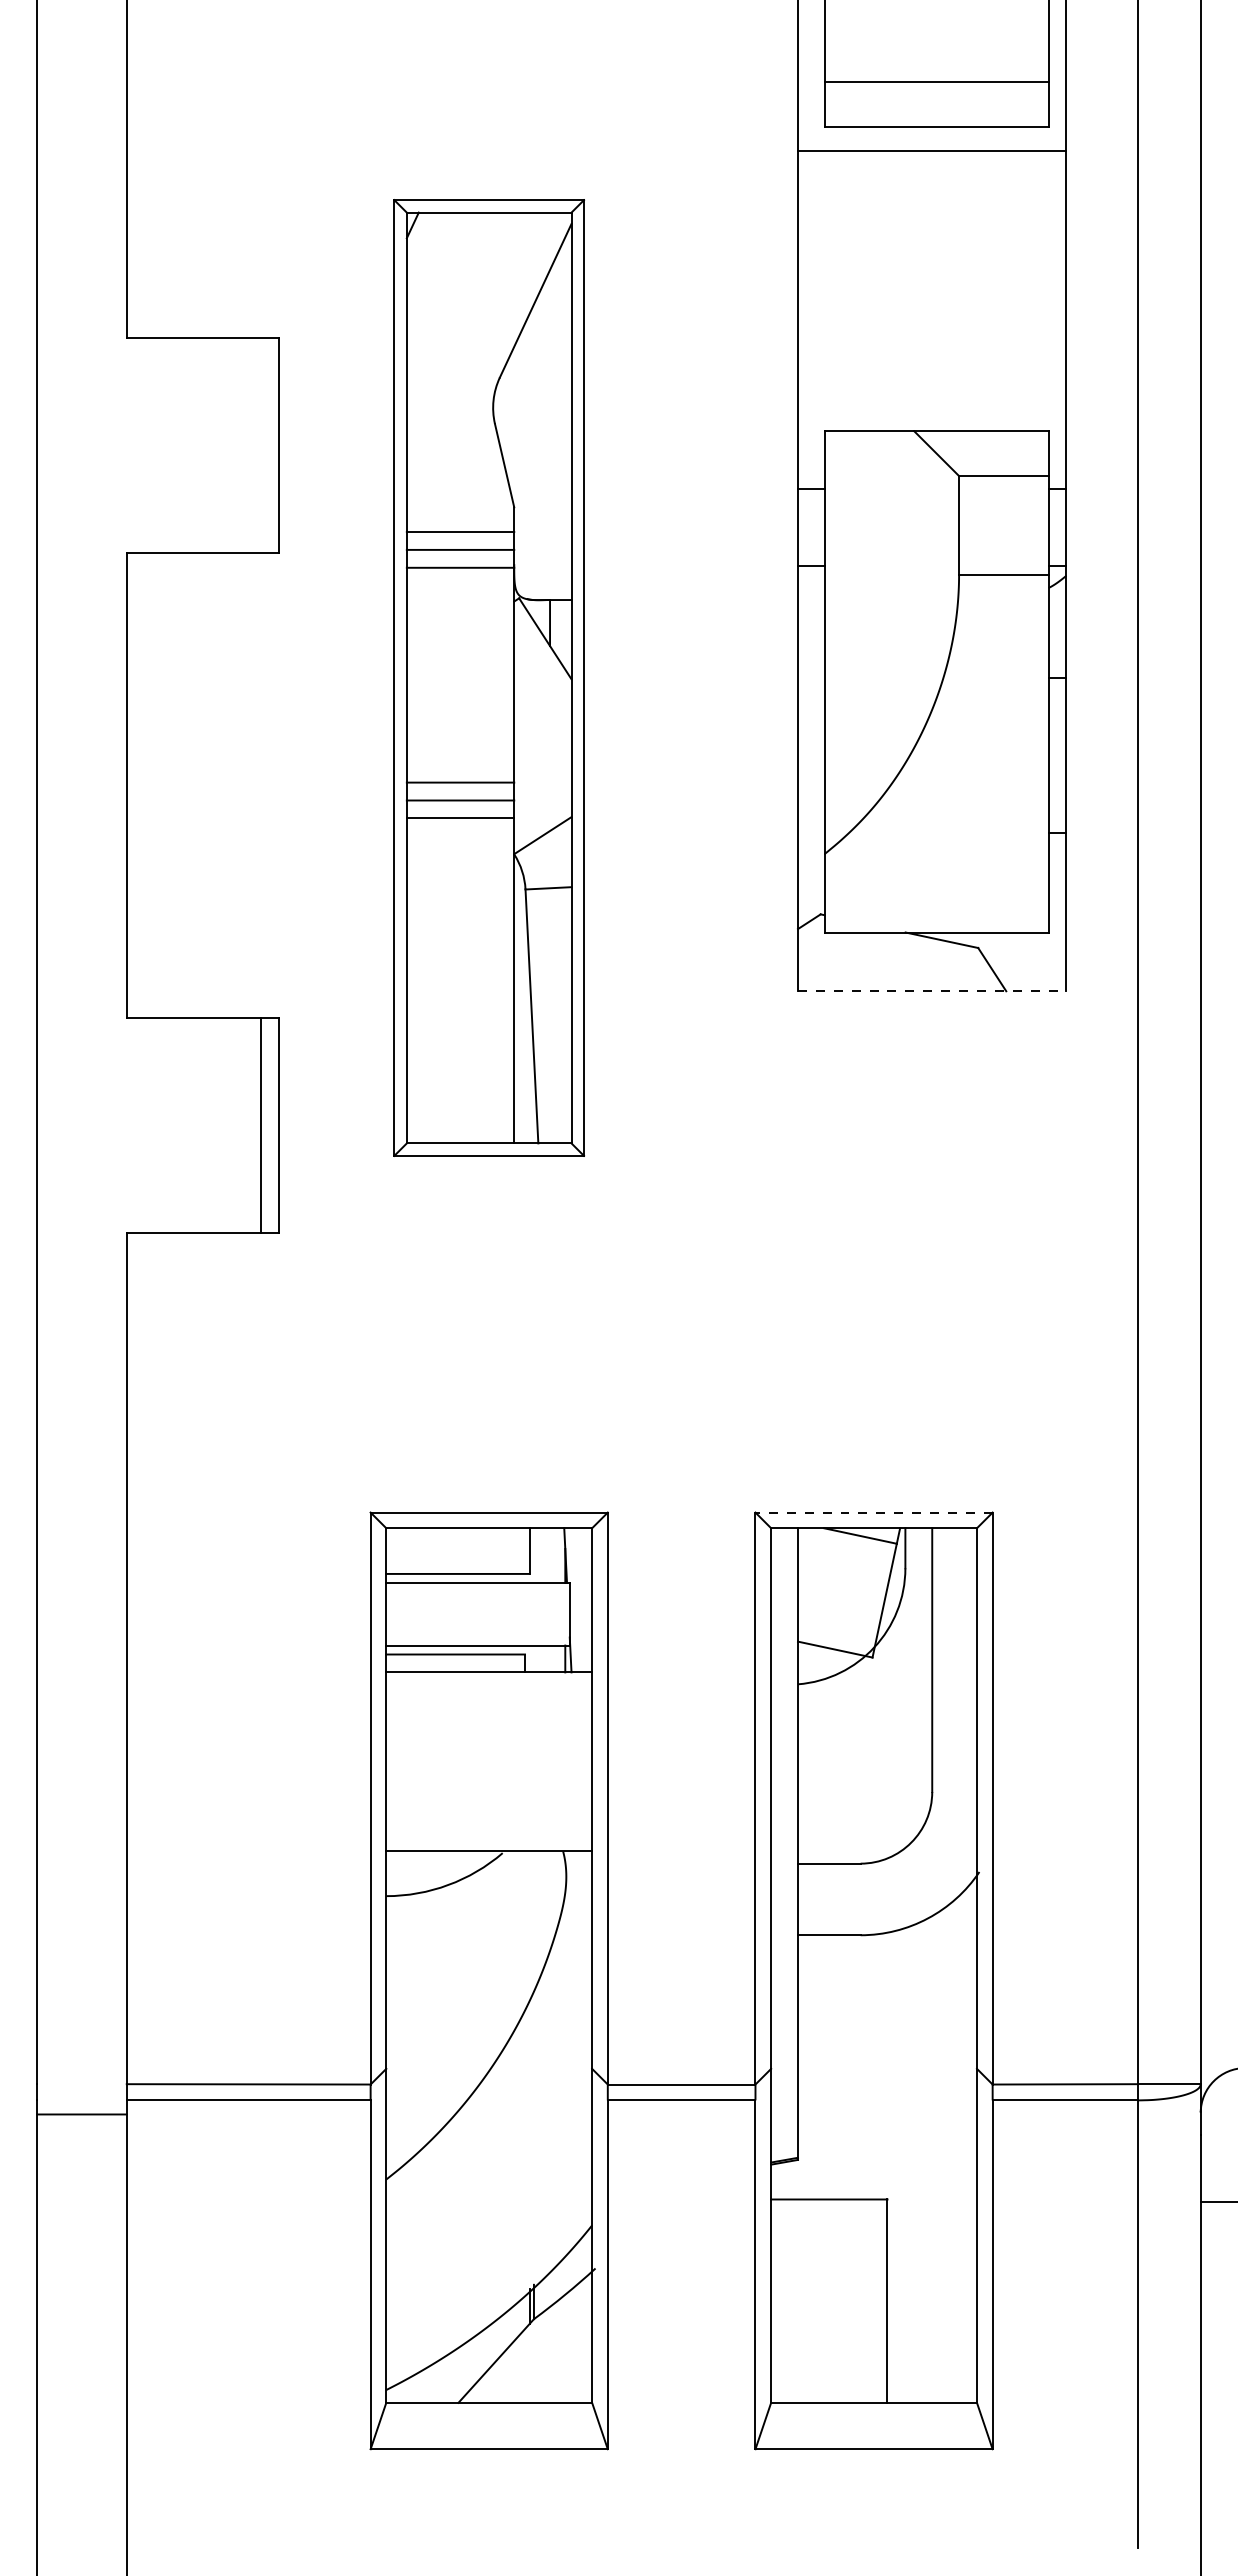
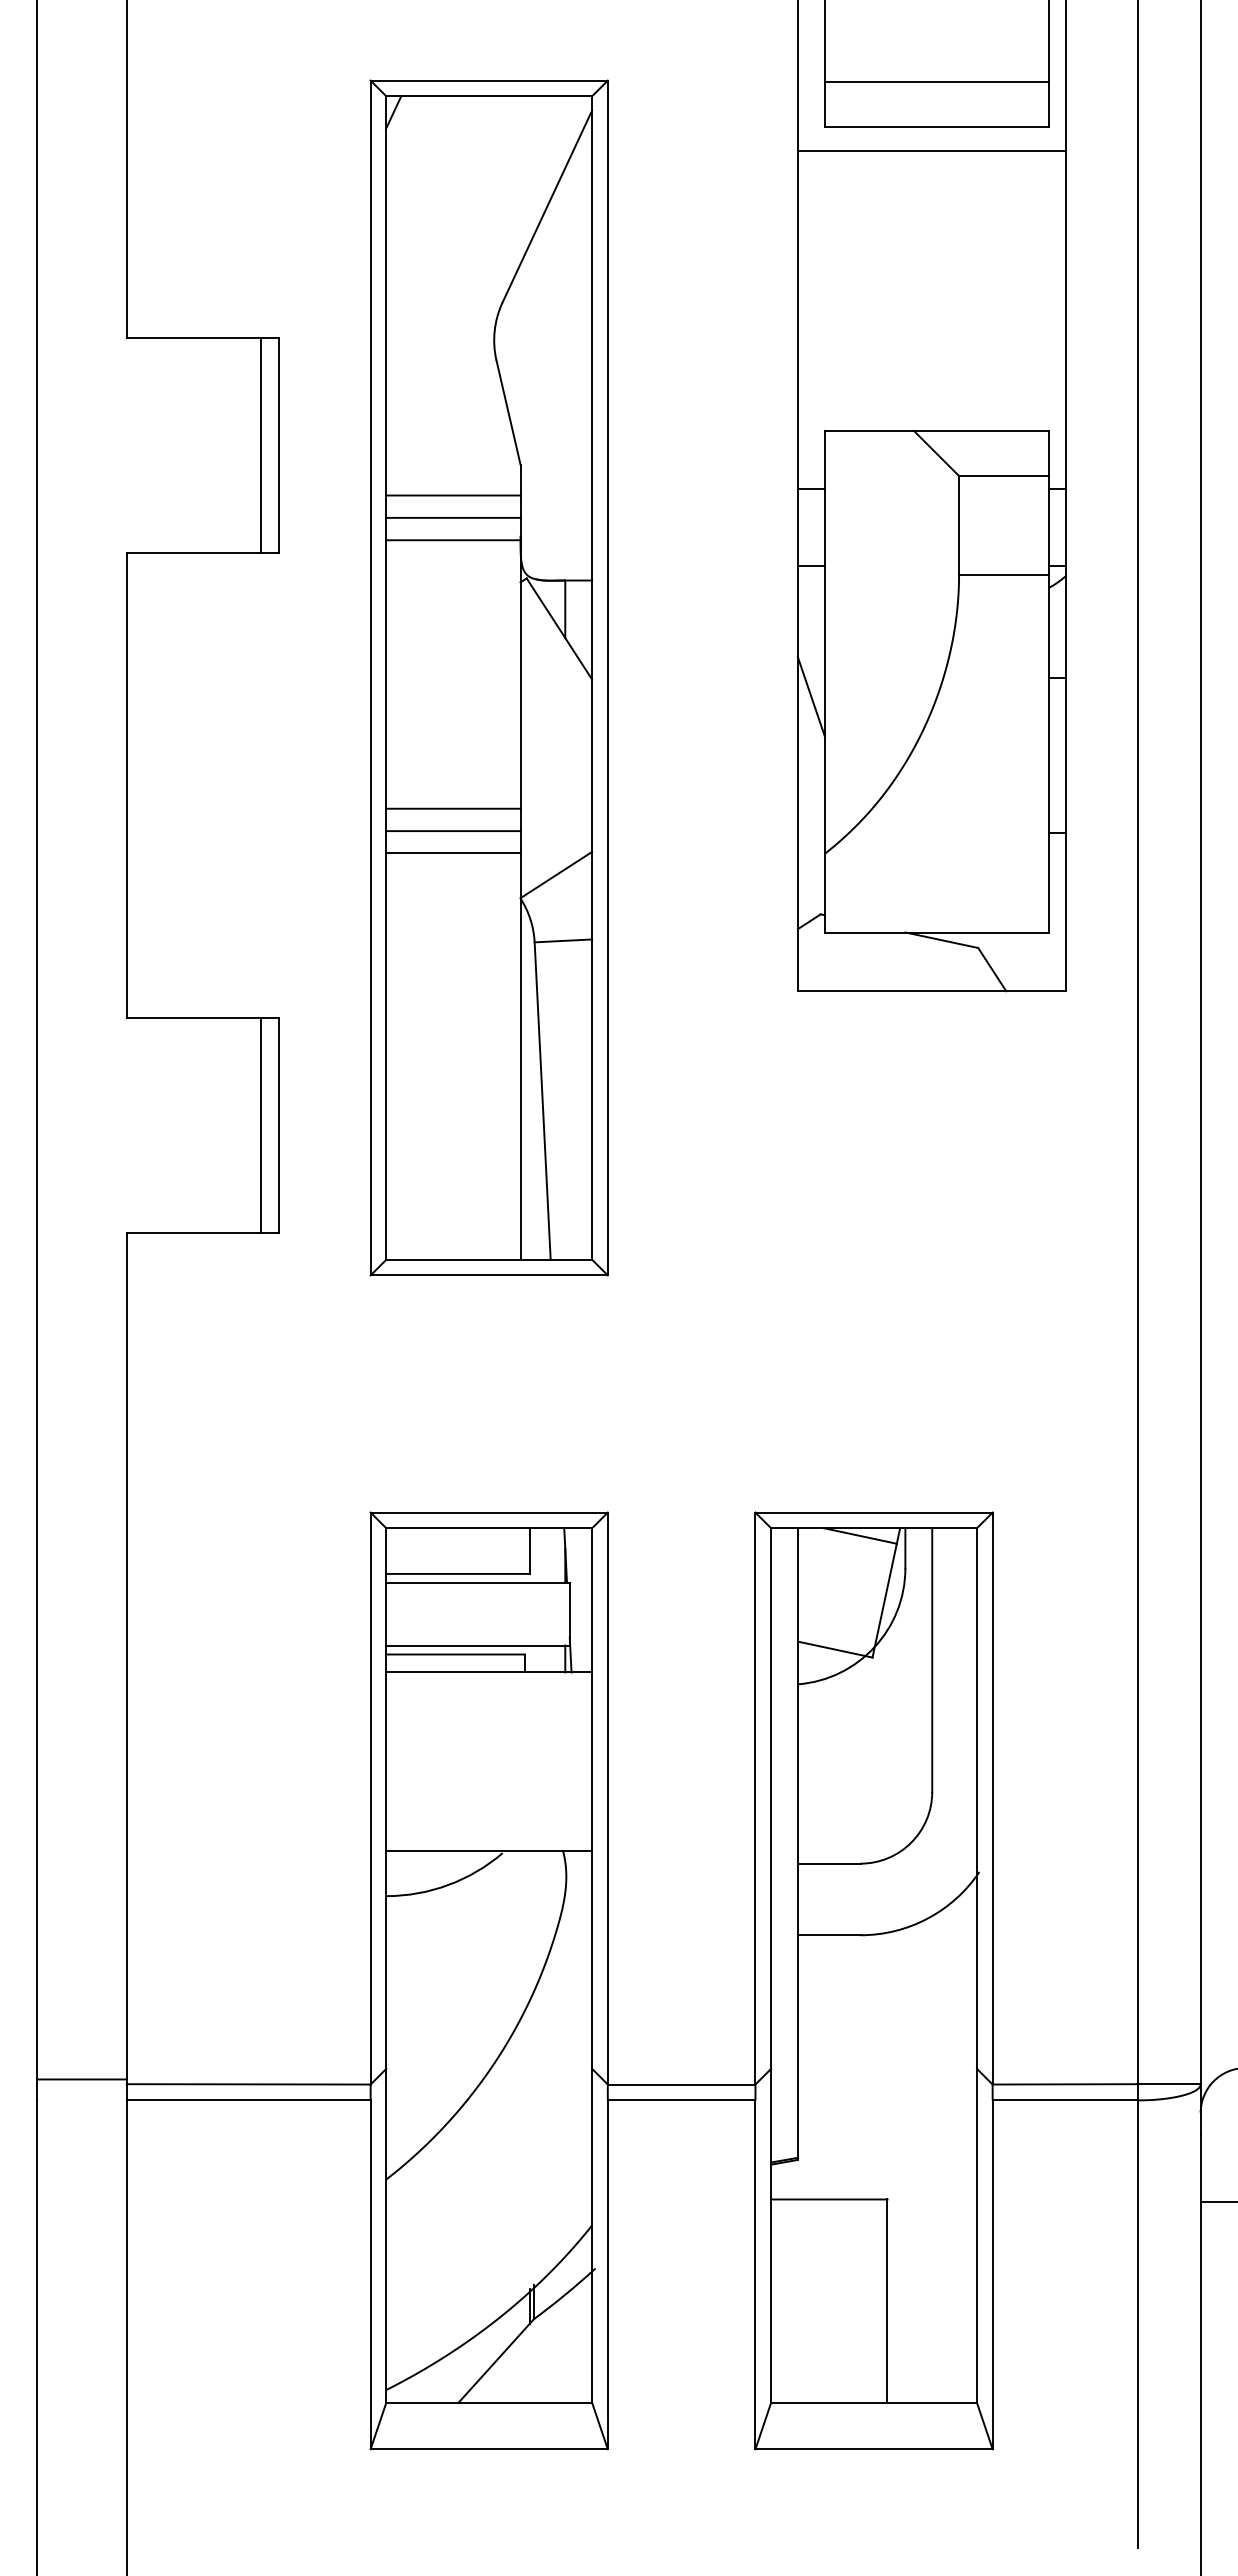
line at (261, 444): none -> present
part at (489, 677) size: 193x958 px -> 240x1198 px
line at (810, 696): none -> present
line at (932, 991): dashed -> solid
line at (874, 1512): dashed -> solid
line at (81, 2114) position: (81, 2114) -> (81, 2079)
